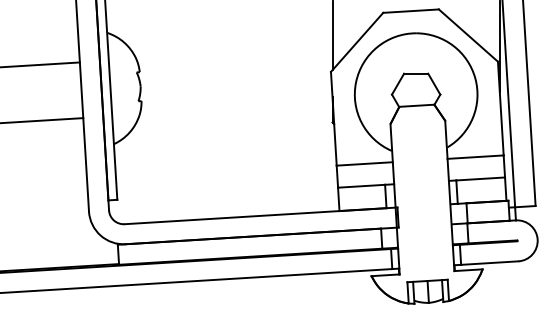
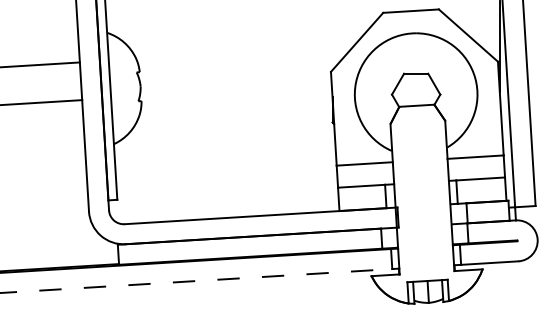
line at (332, 36): present -> none
line at (42, 120) position: (42, 120) -> (42, 102)
line at (196, 281): solid -> dashed
